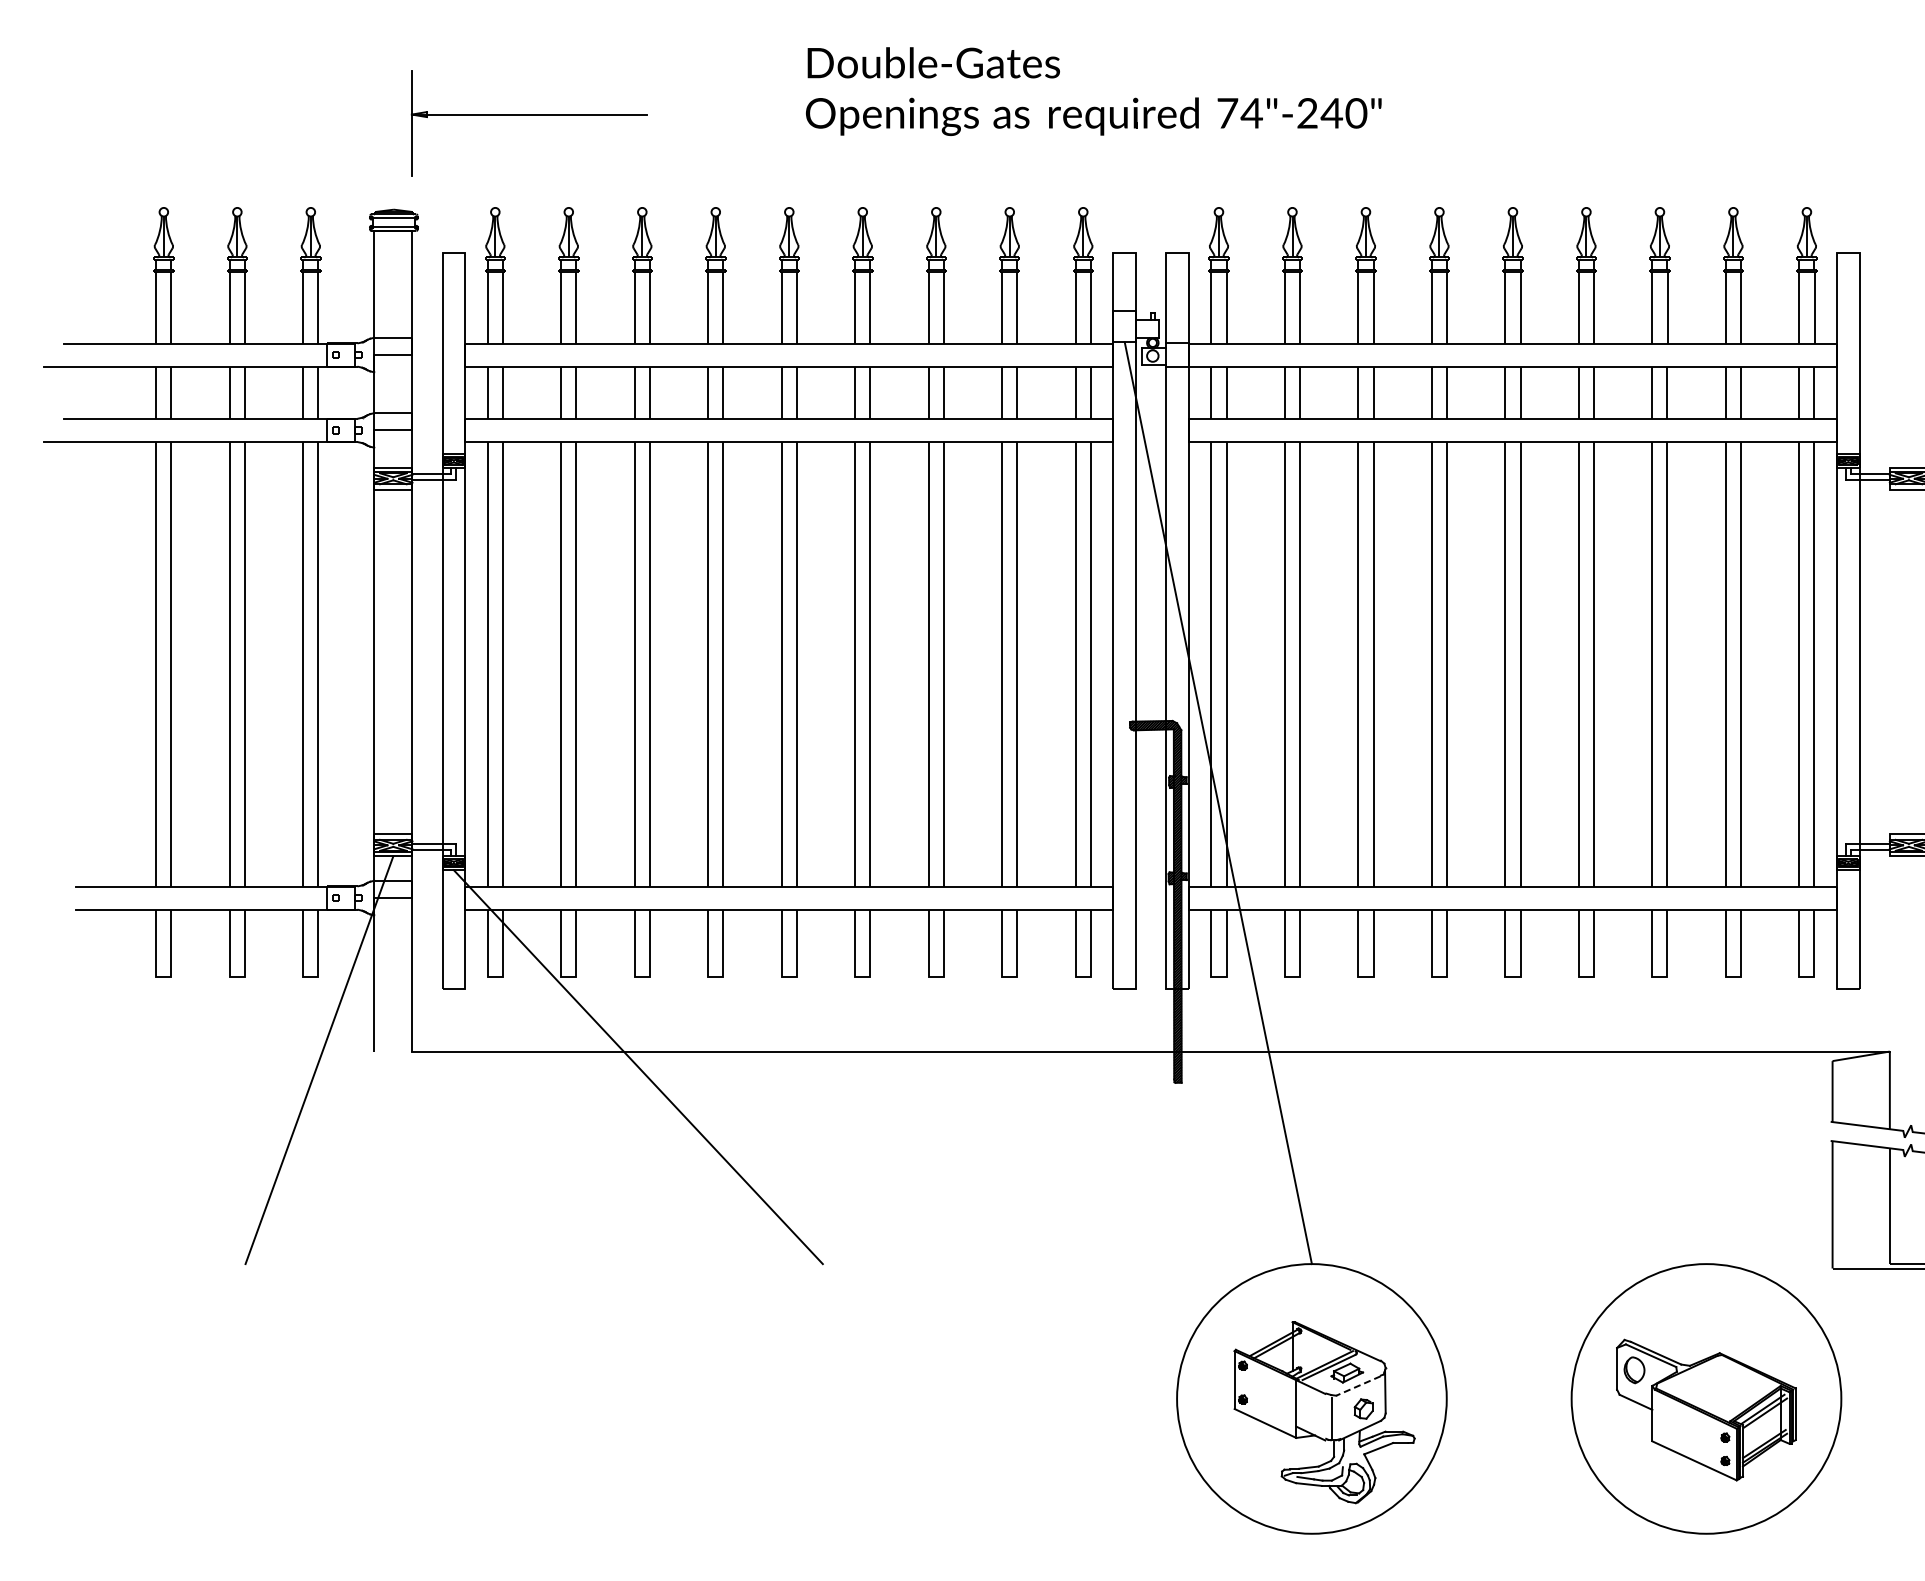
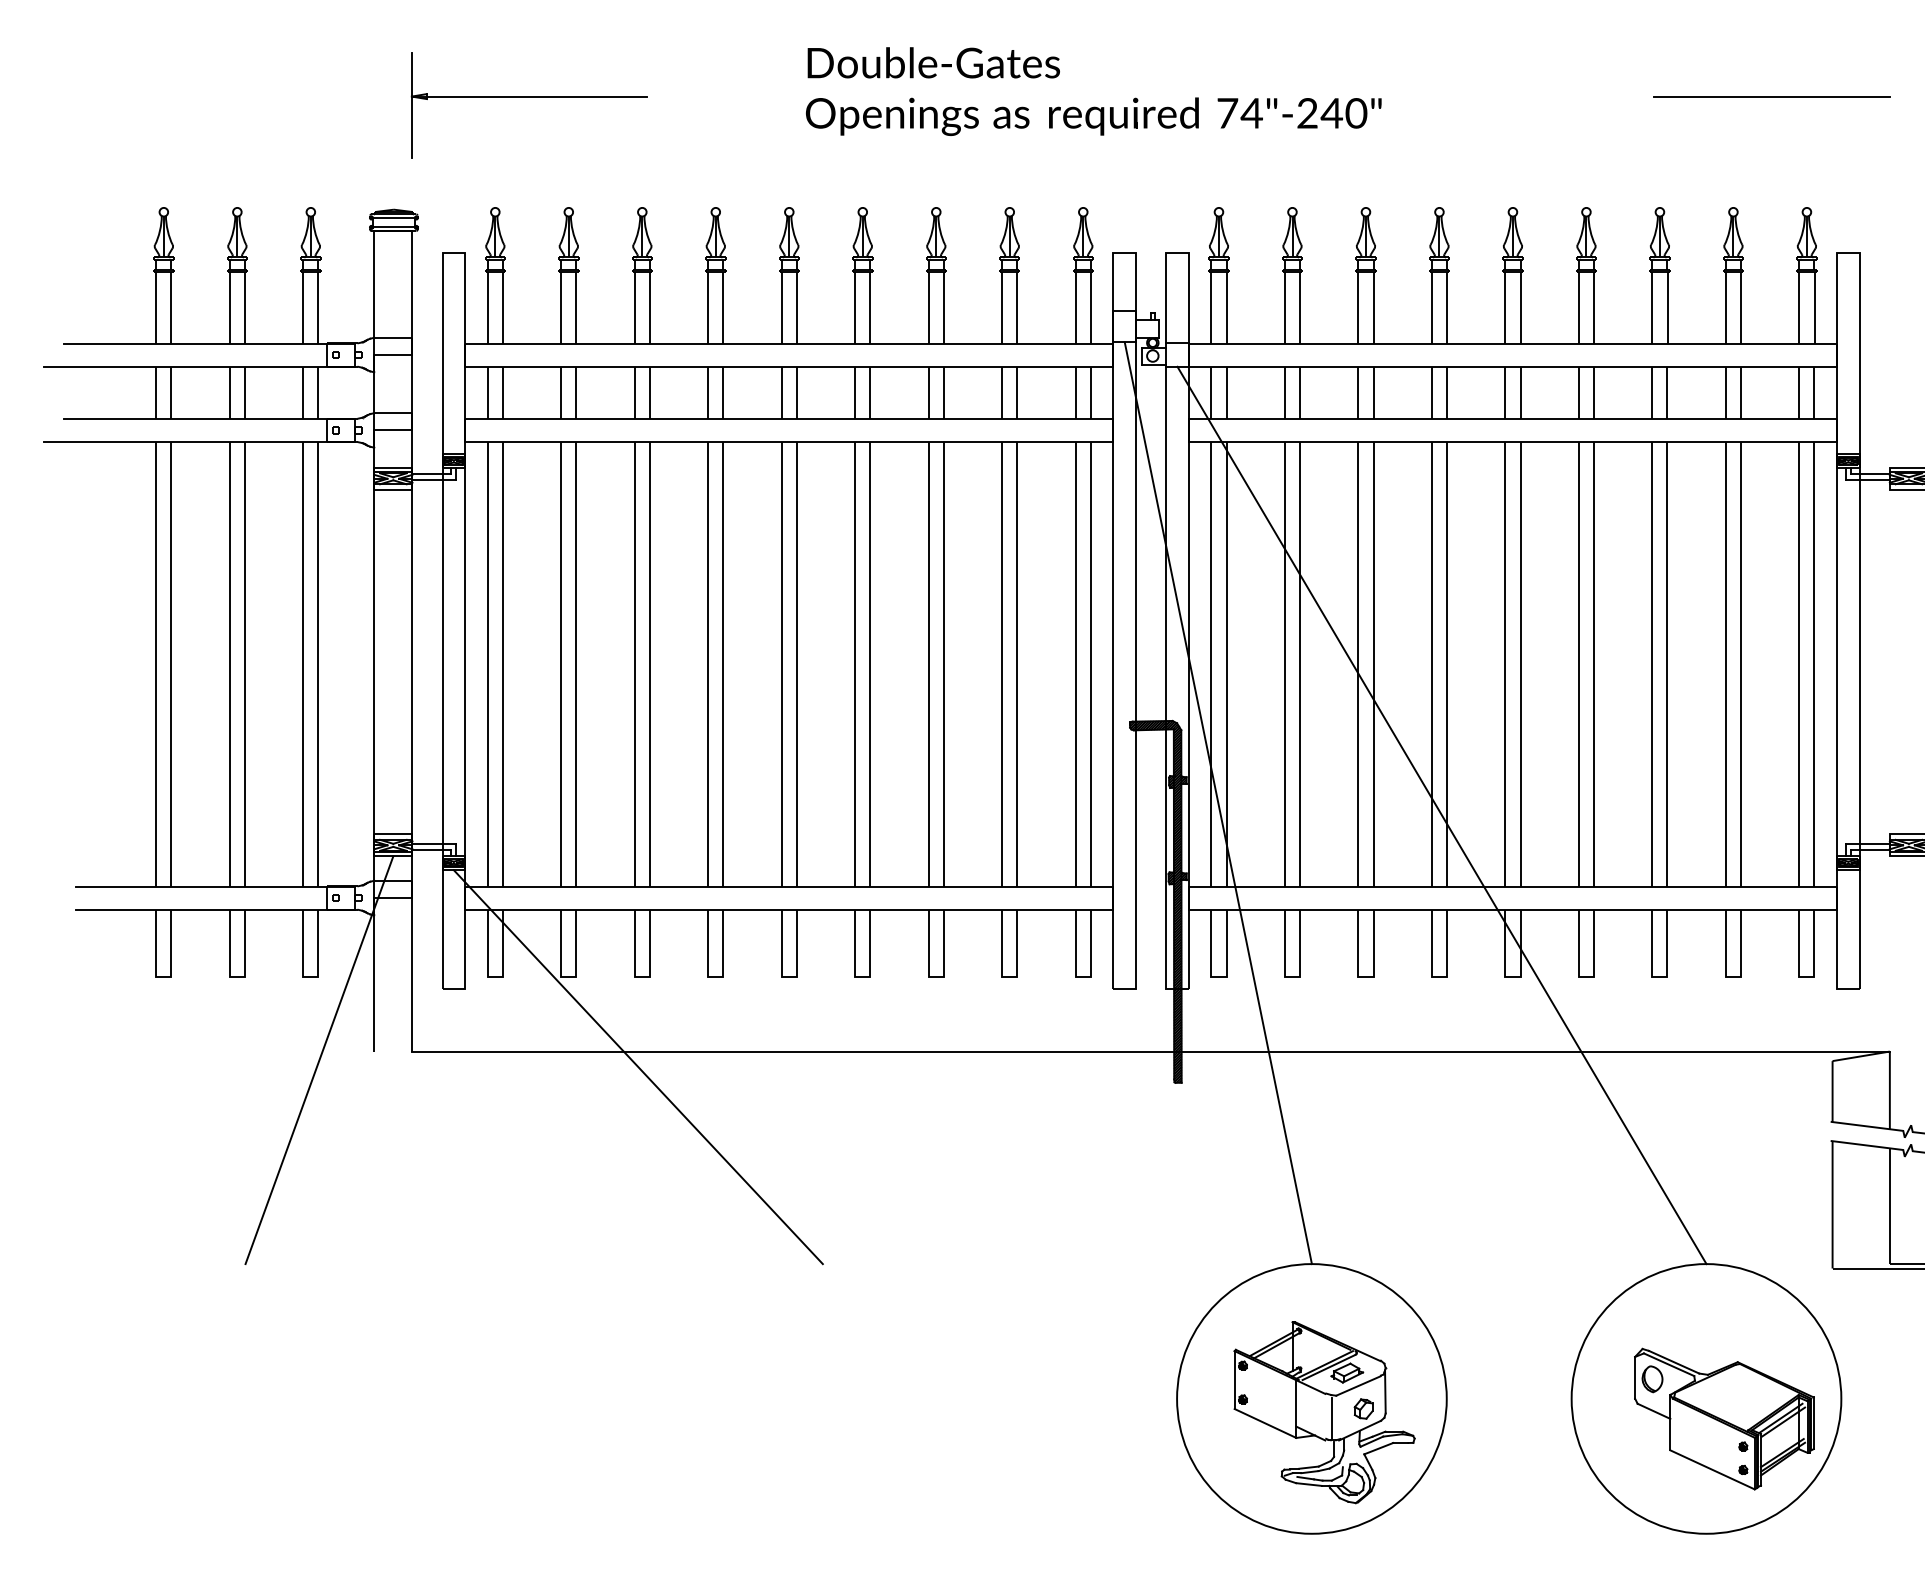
line at (1771, 96): none -> present
part at (528, 115) position: (528, 115) -> (528, 97)
line at (1441, 815): none -> present
line at (1358, 1386): dashed -> solid
part at (1706, 1409) position: (1706, 1409) -> (1724, 1418)
